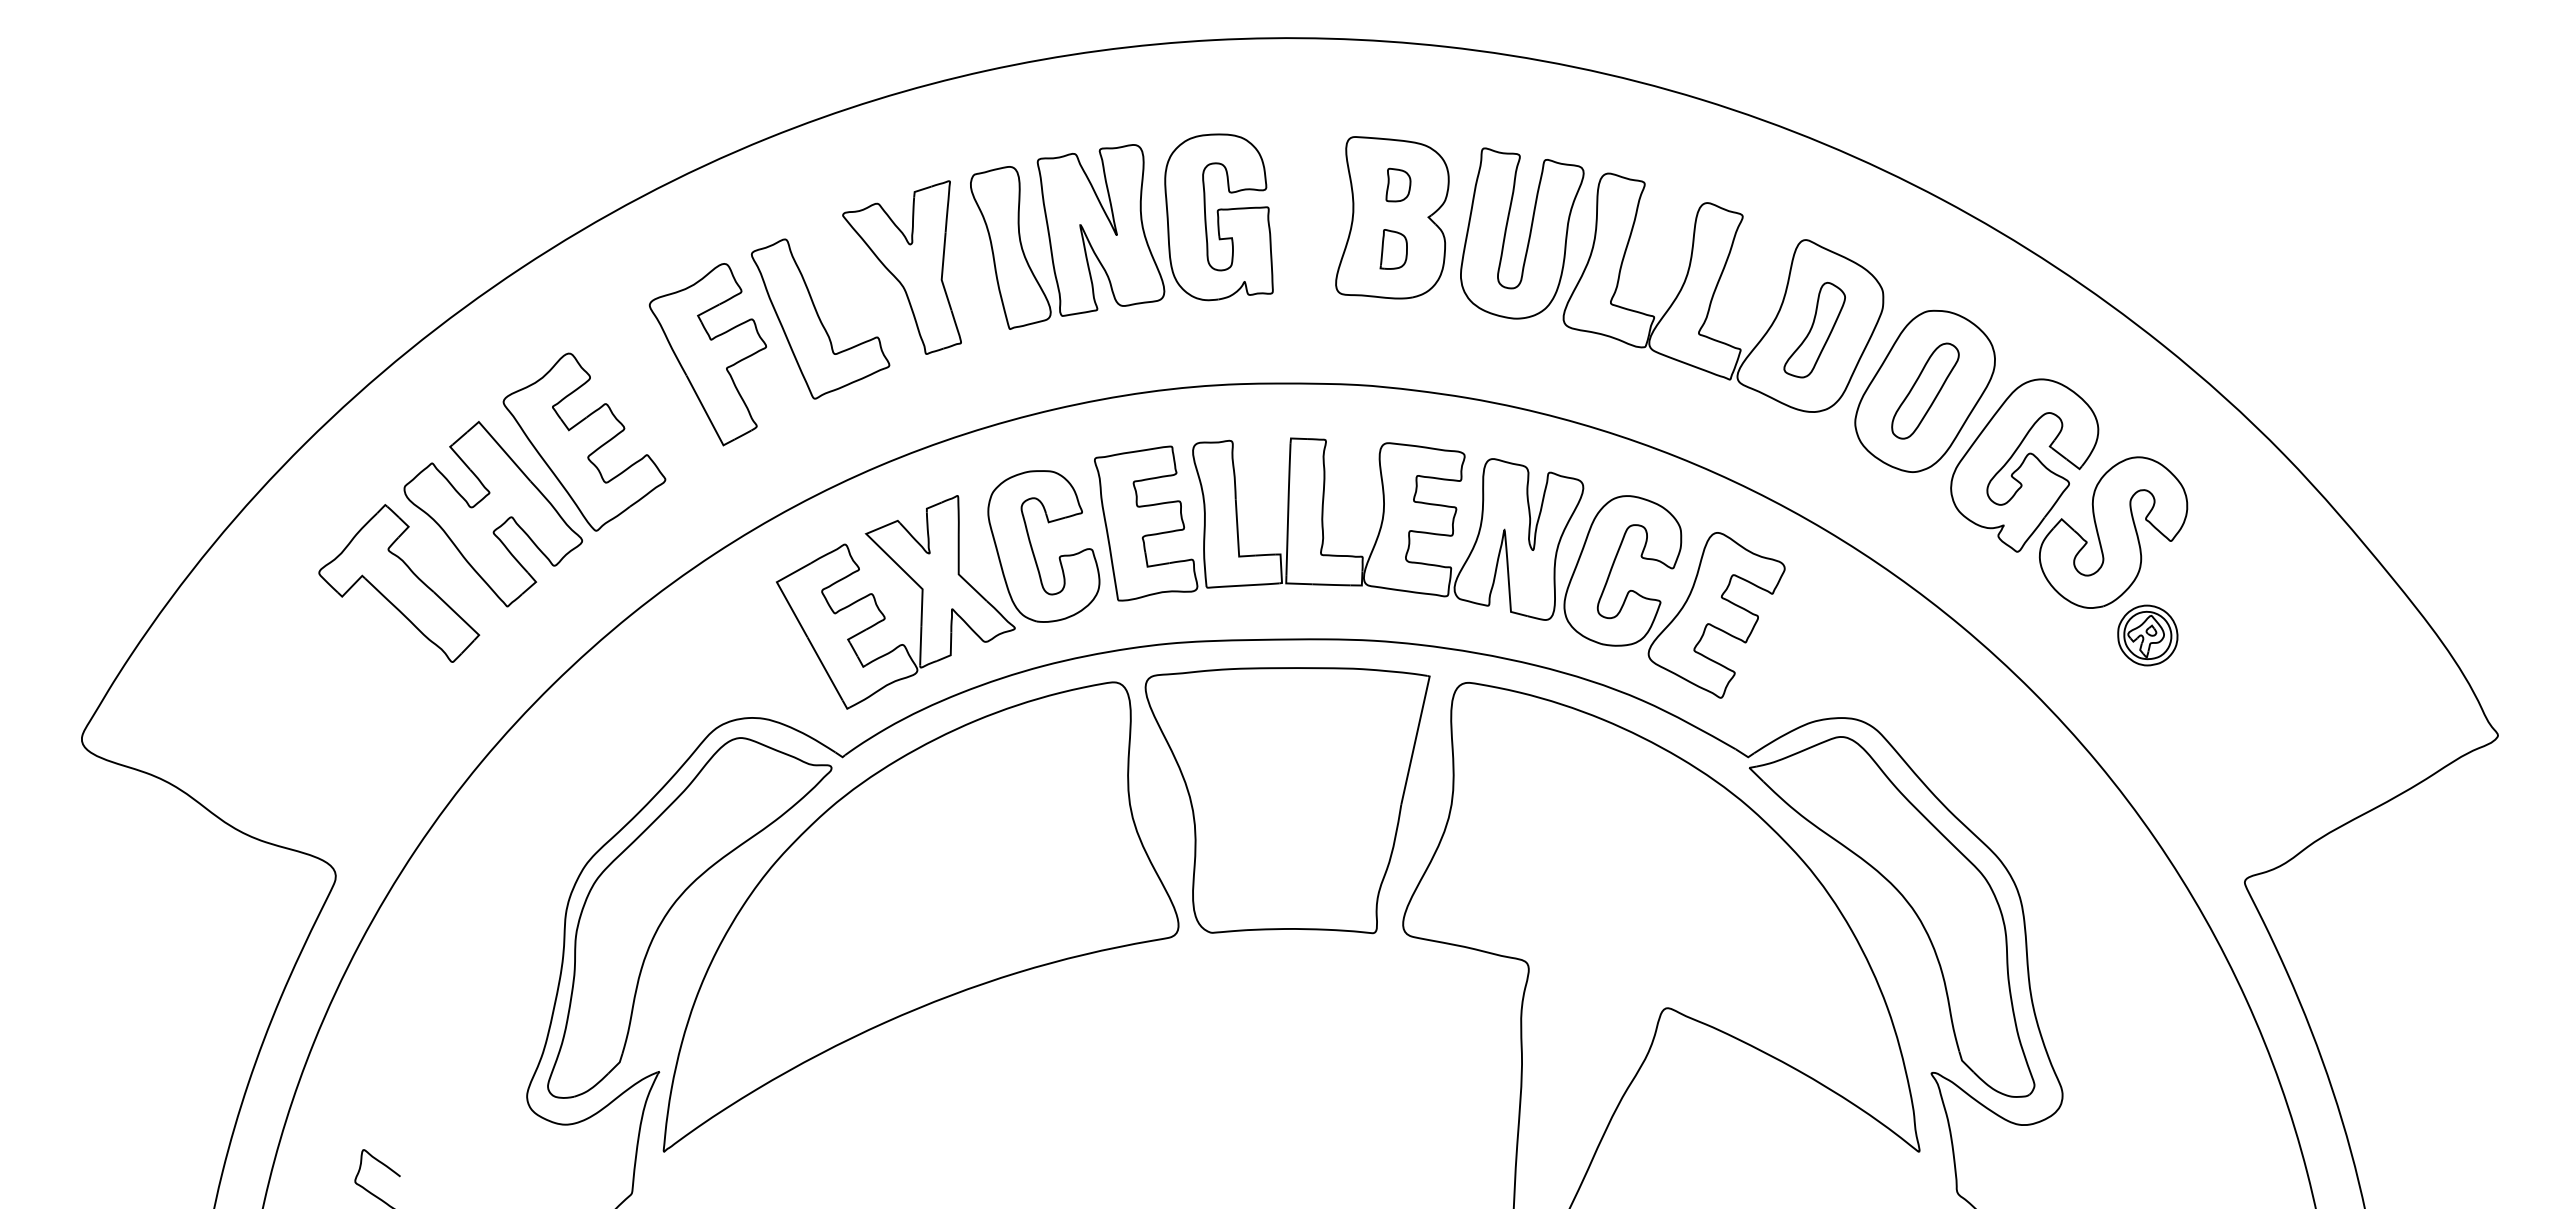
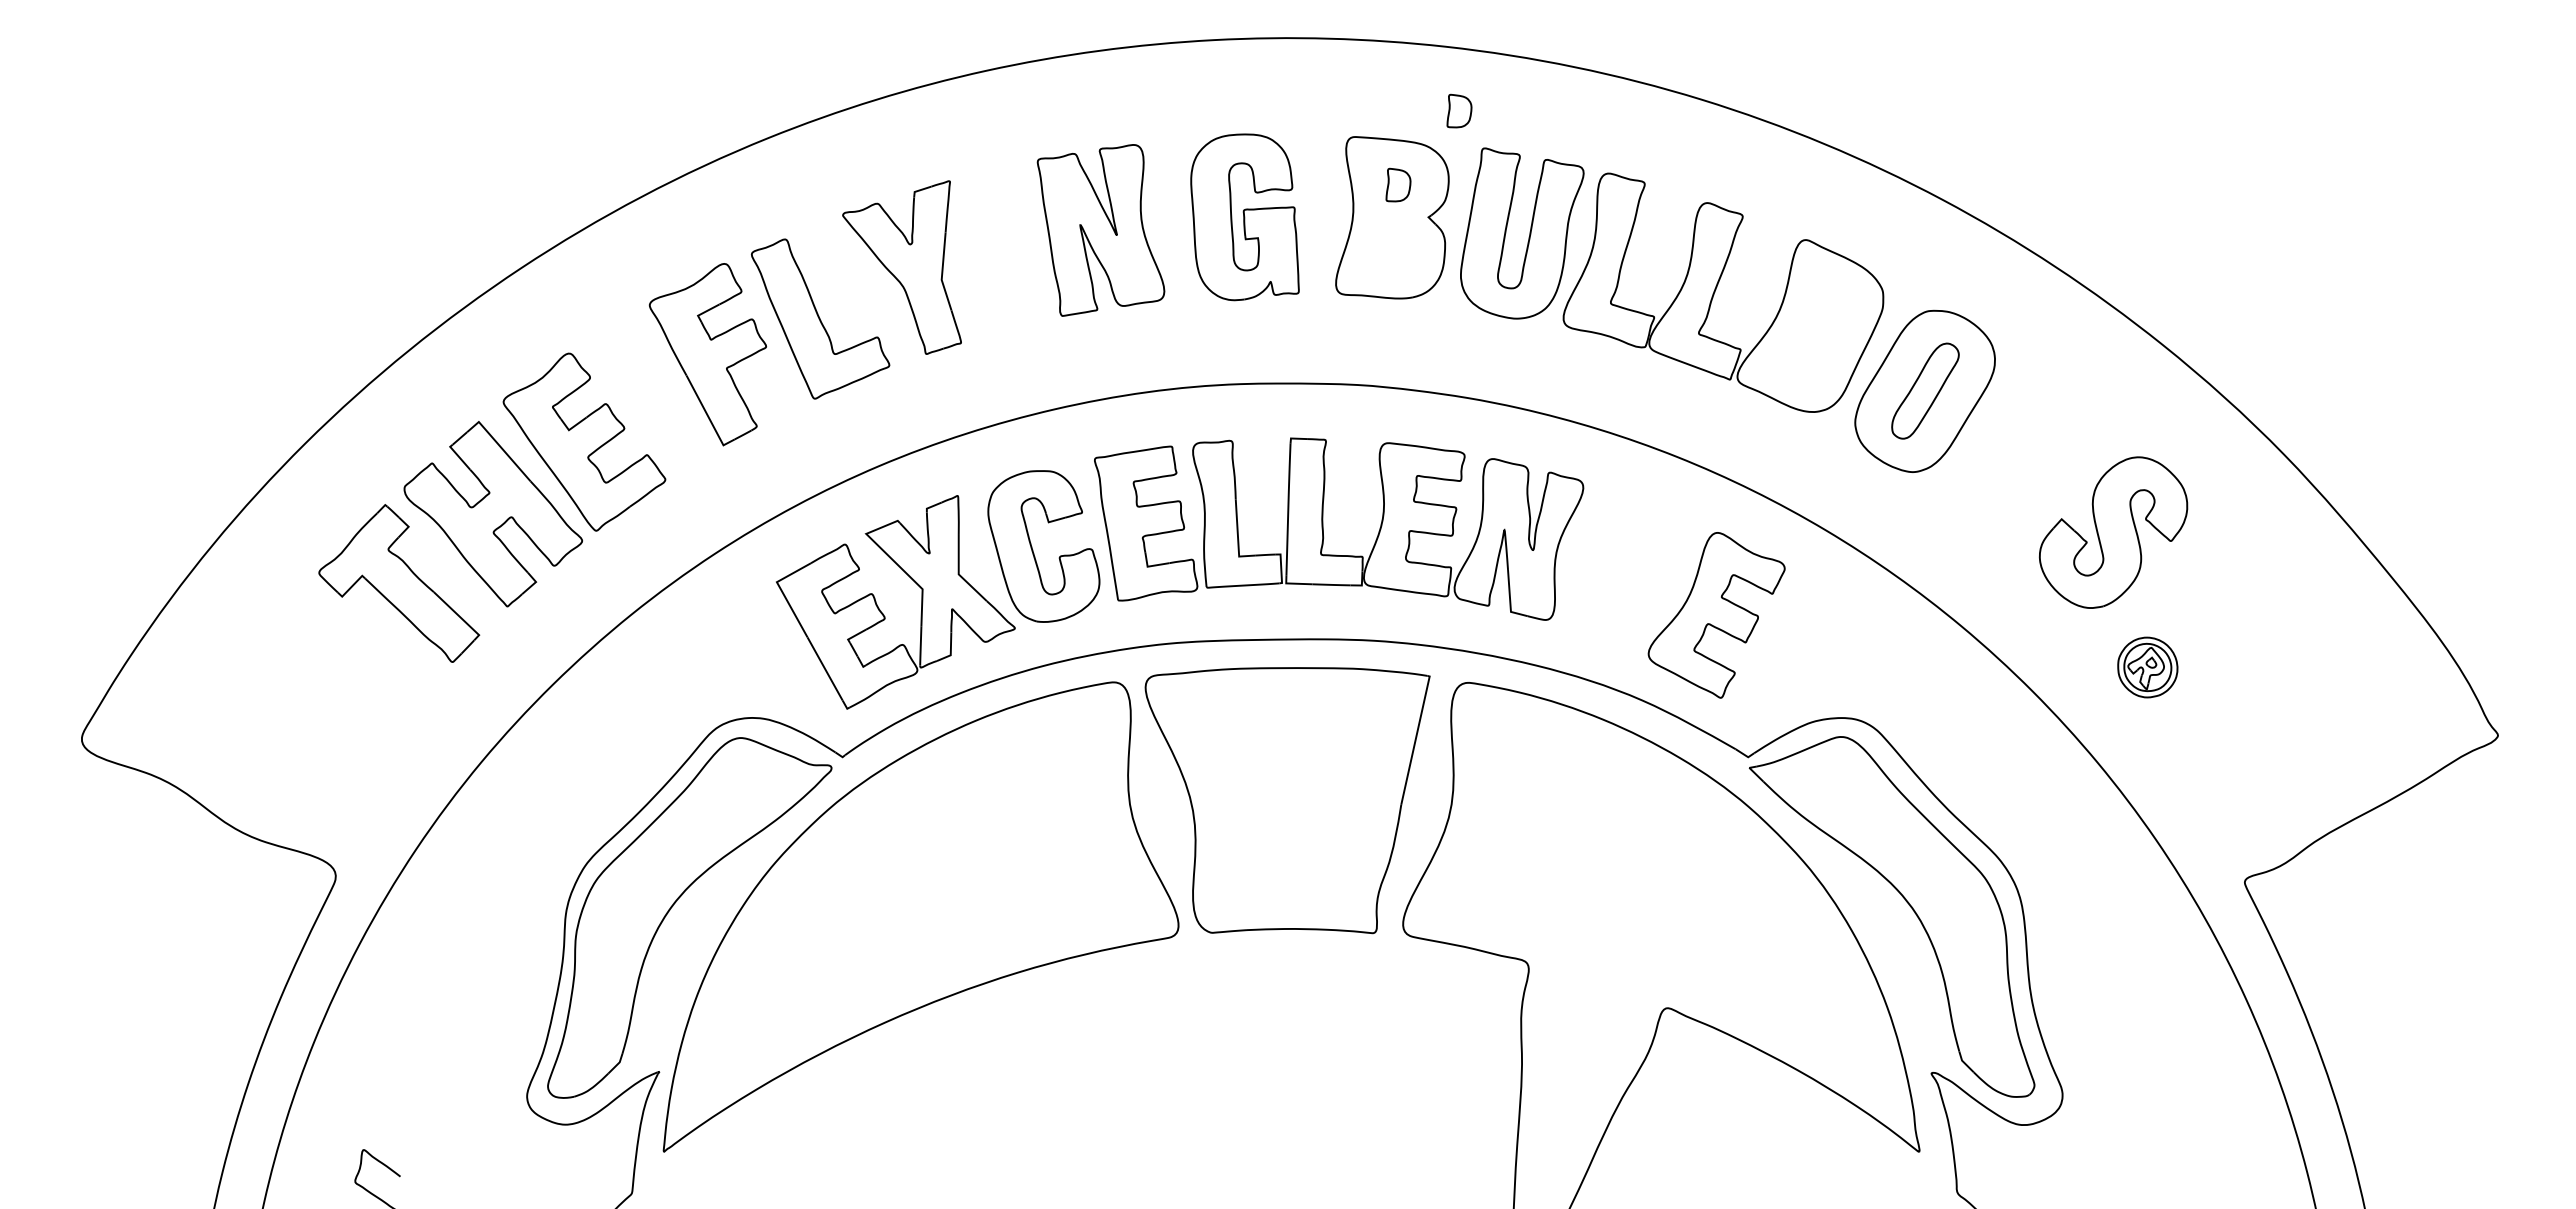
part at (1459, 110): none -> present
part at (1218, 217) position: (1218, 217) -> (1244, 217)
part at (1010, 247): present -> none
part at (1393, 249): present -> none
curve at (1812, 328): present -> none
part at (2024, 465): present -> none
part at (1613, 566): present -> none
part at (2147, 635) position: (2147, 635) -> (2147, 667)
